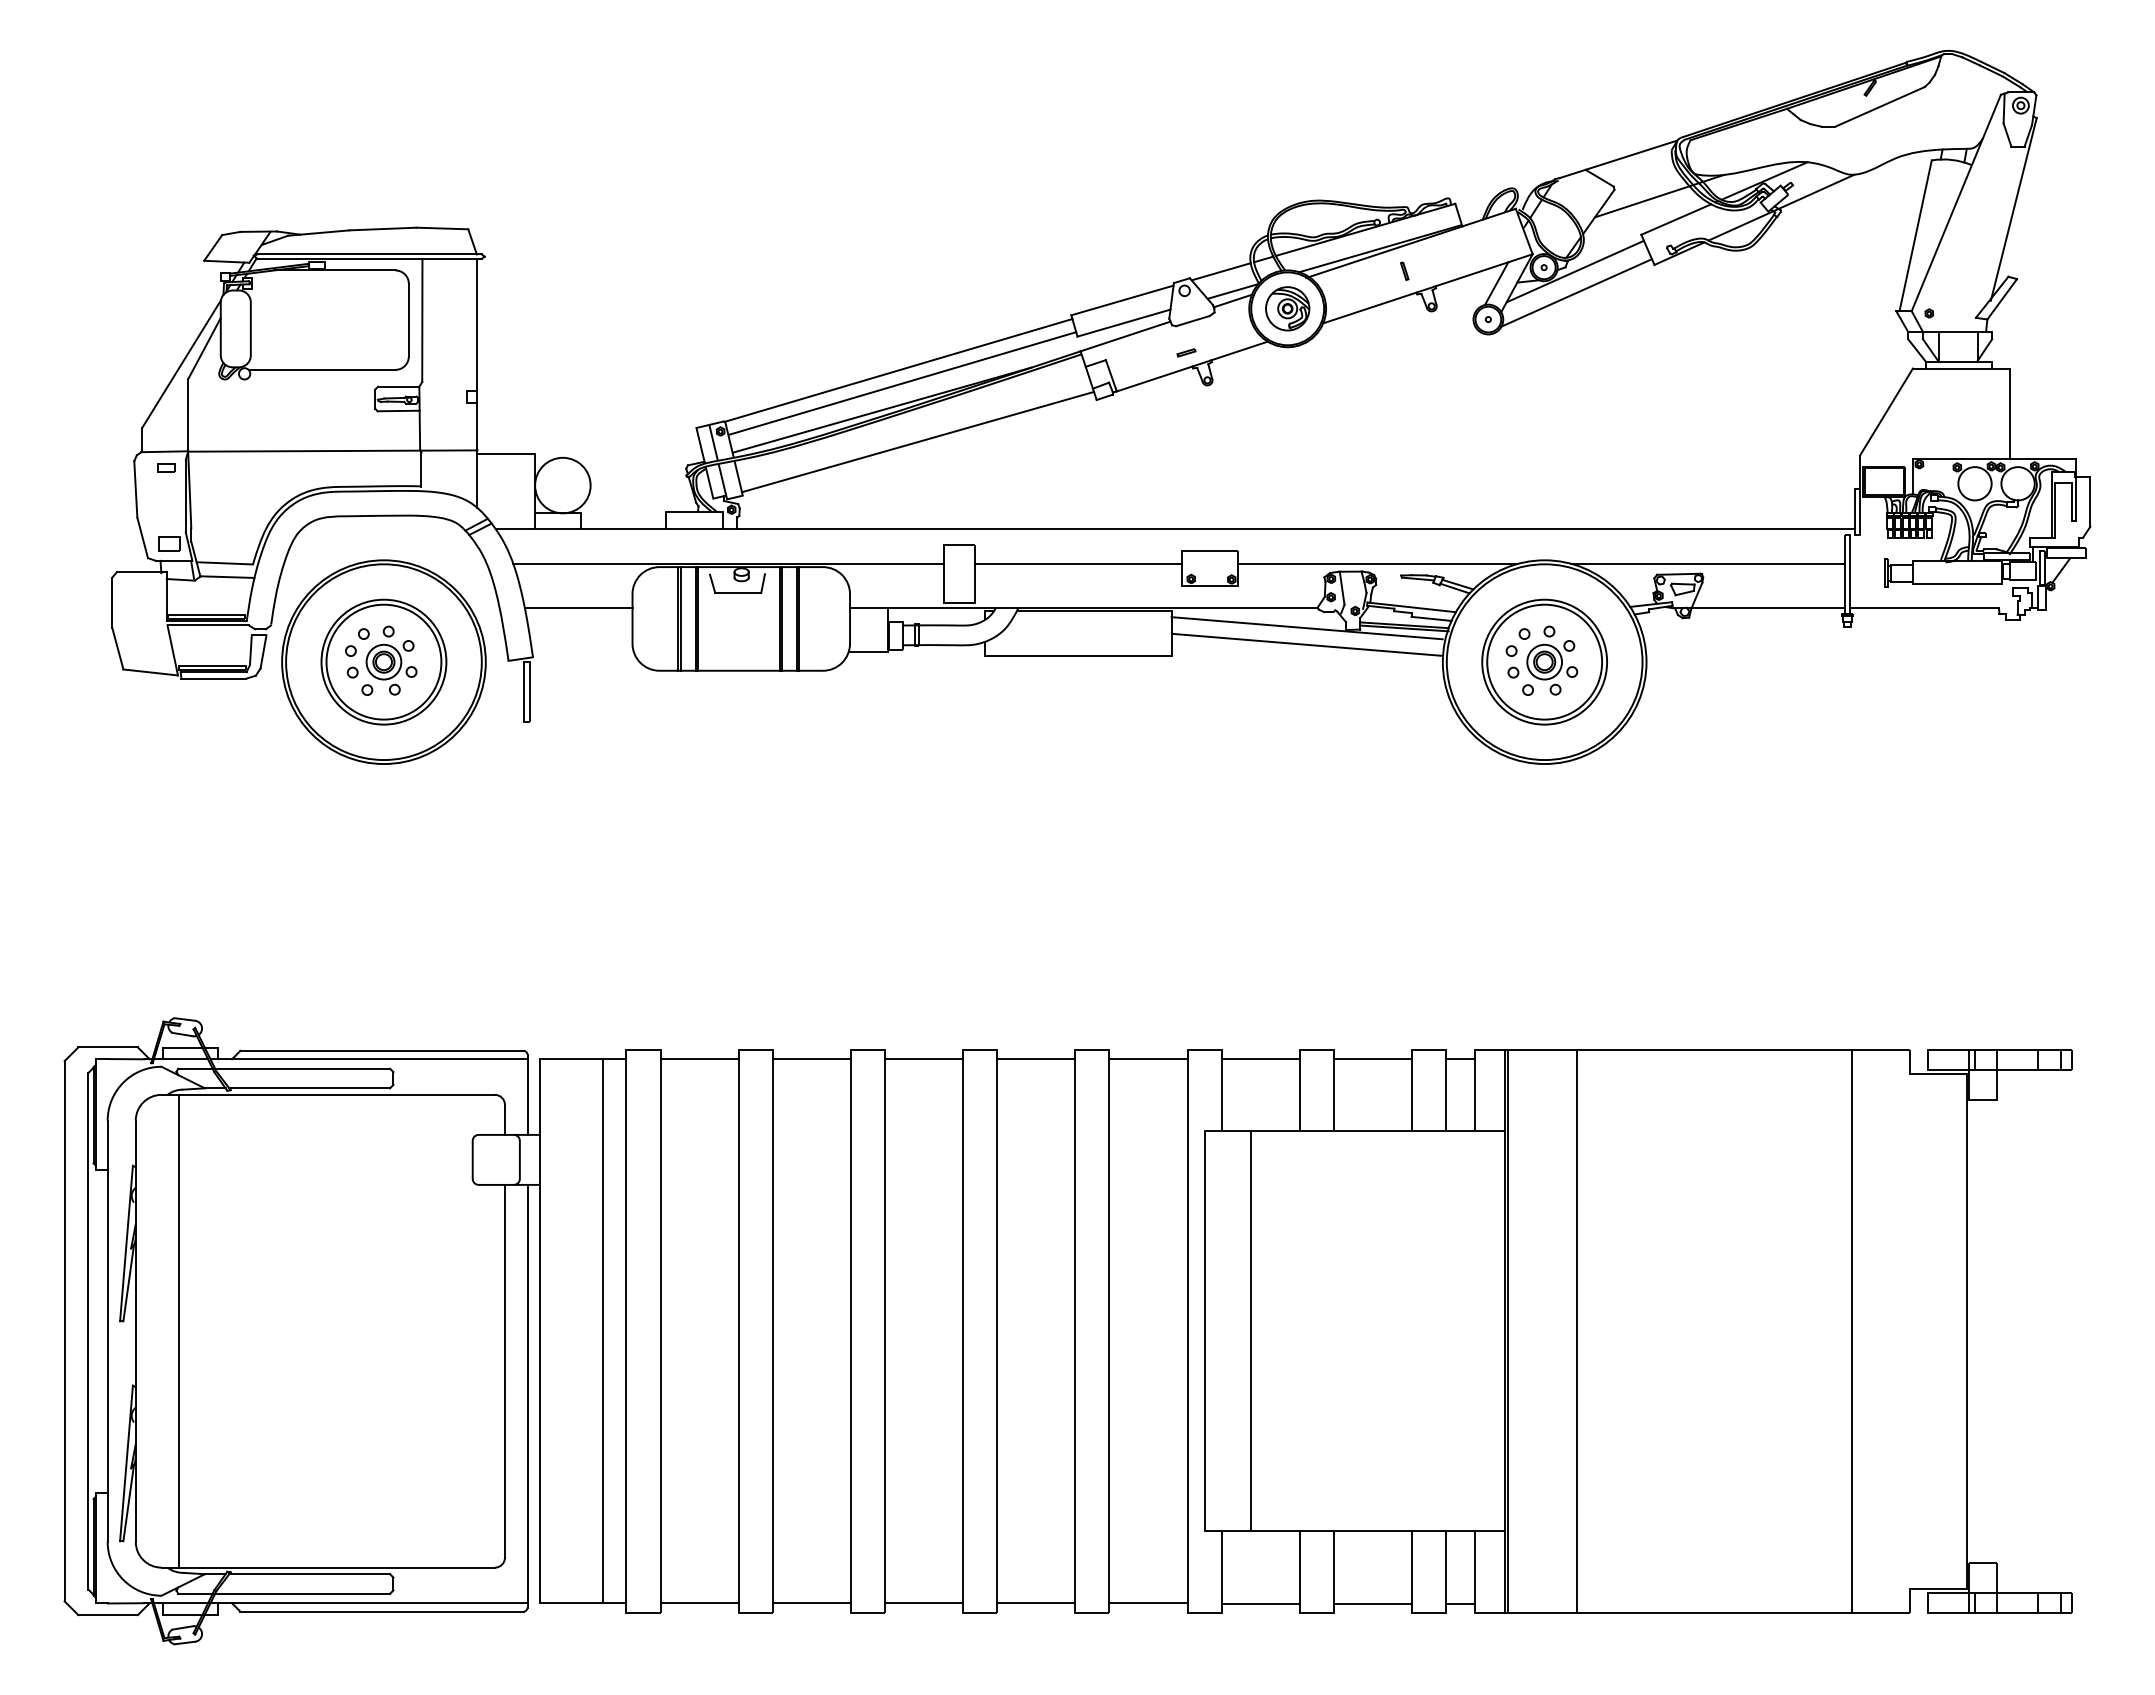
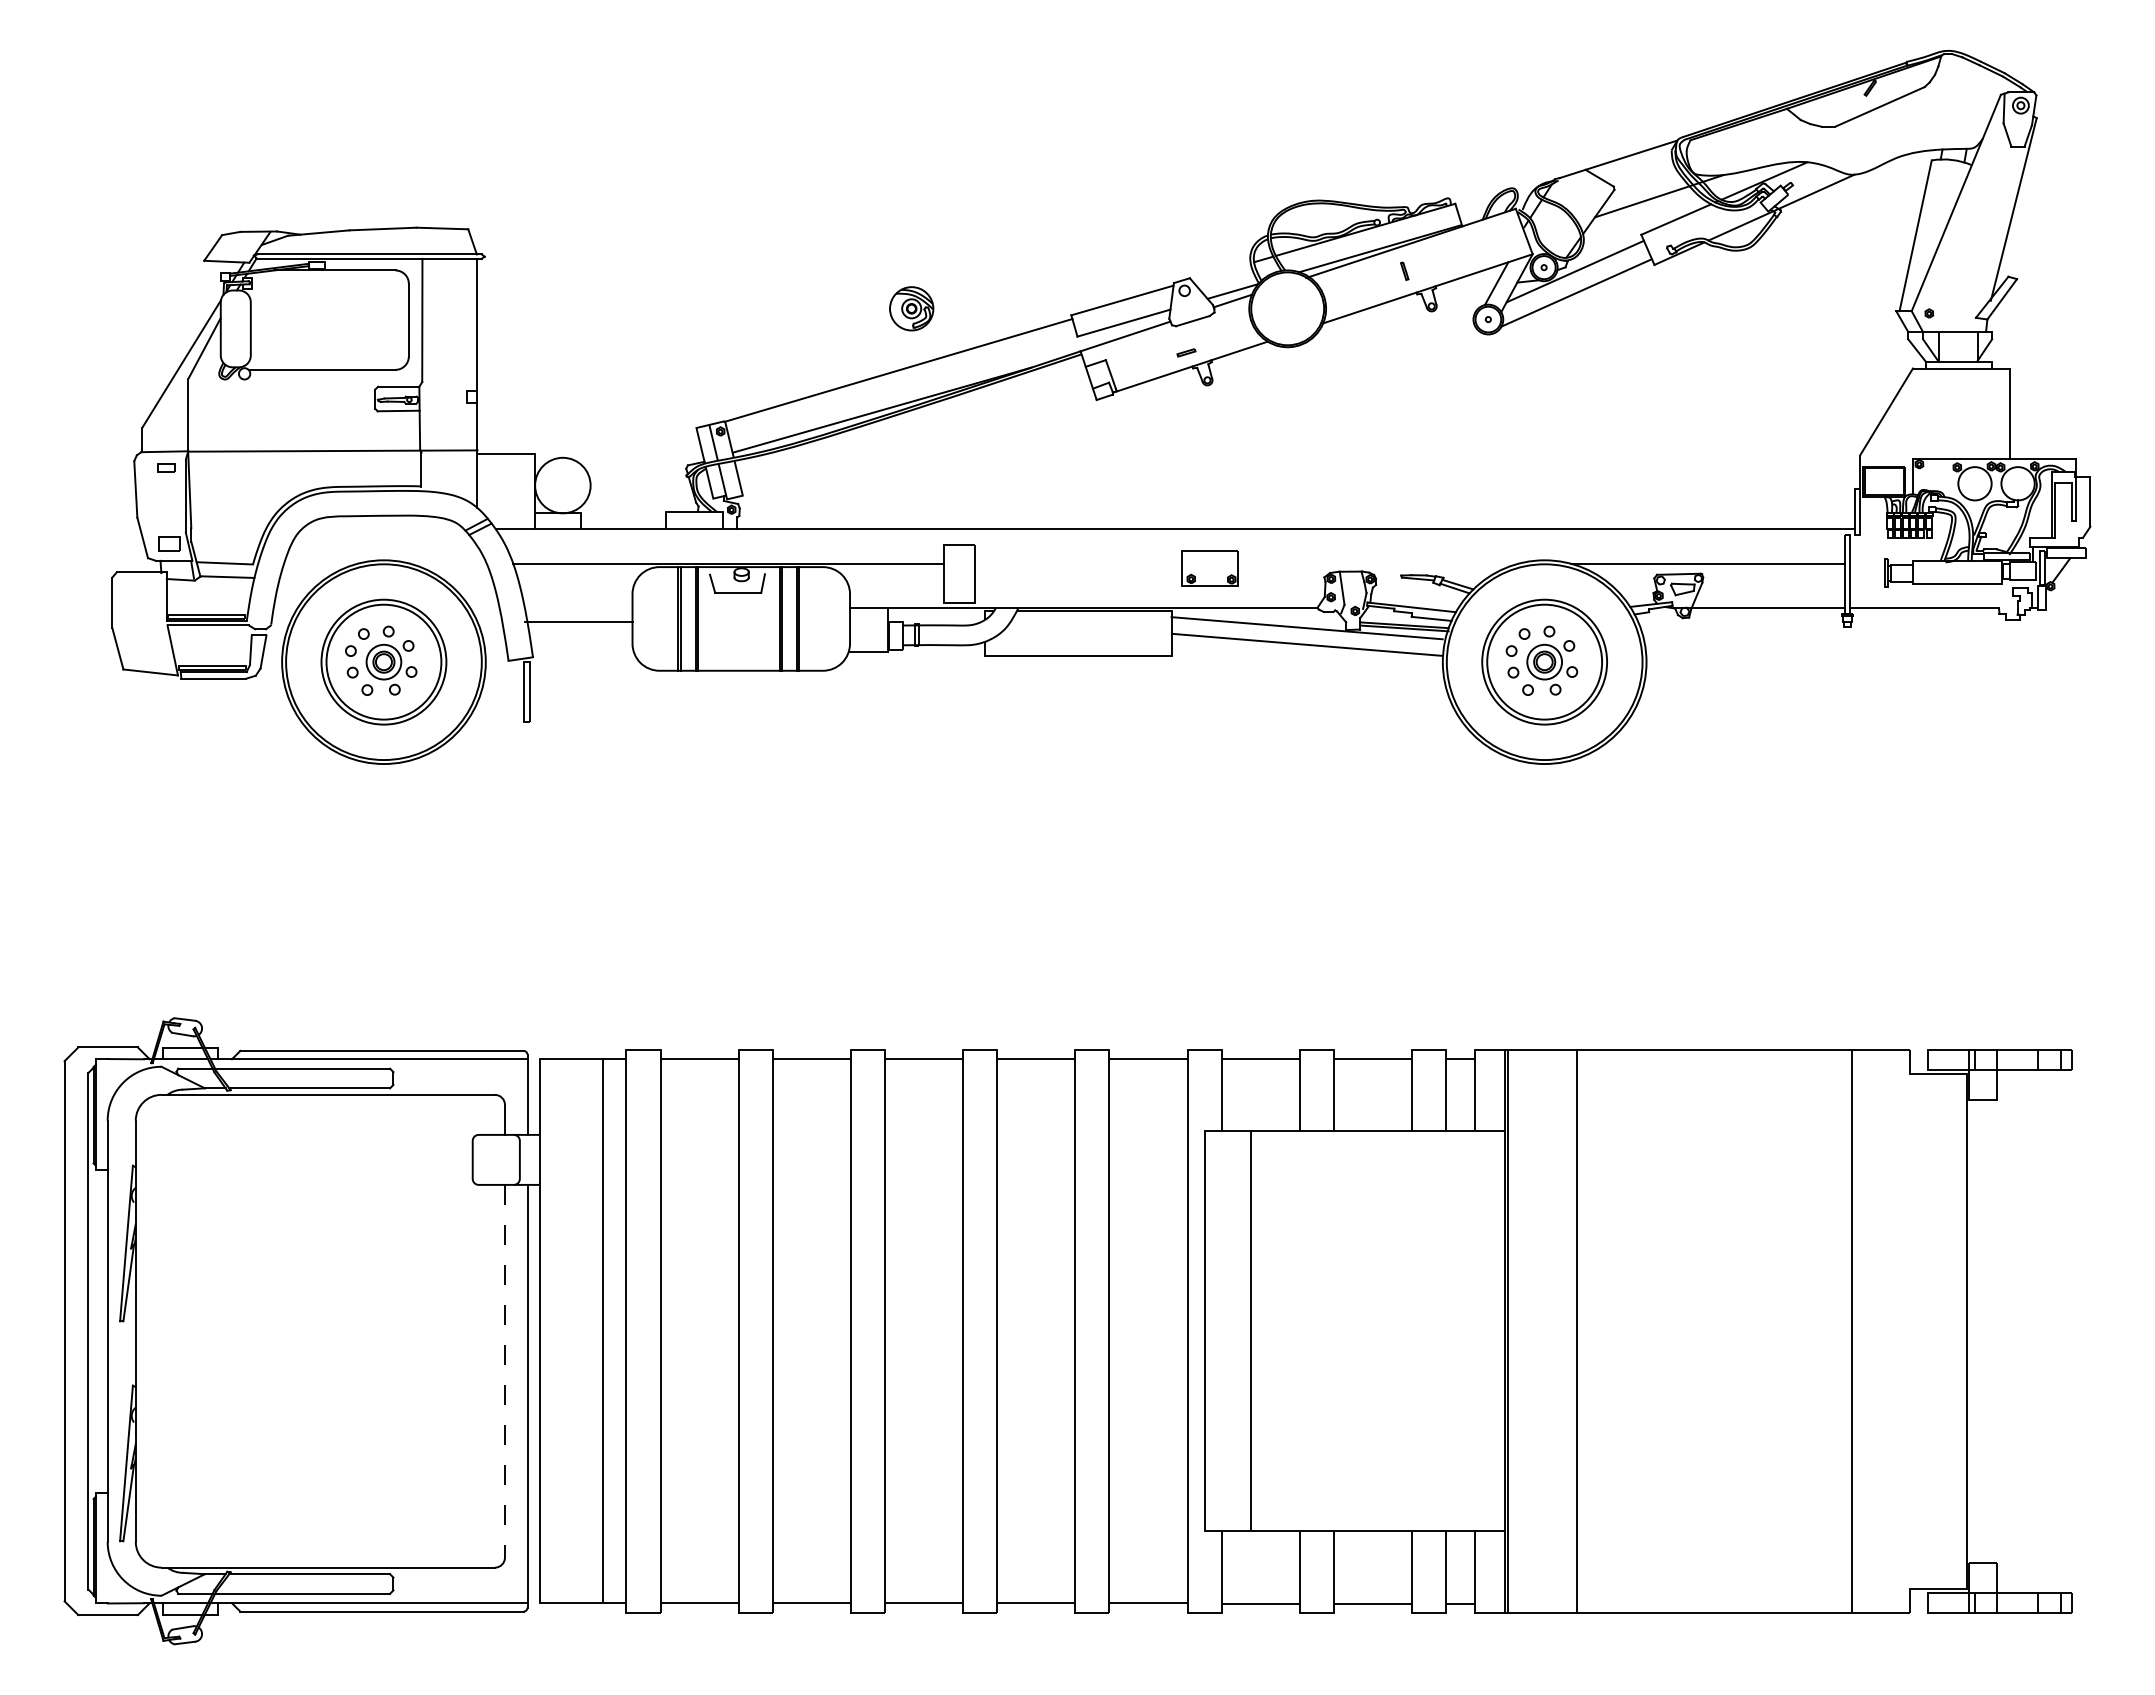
line at (1220, 271): present -> none
part at (1287, 308) position: (1287, 308) -> (911, 308)
line at (902, 383): present -> none
line at (918, 441): present -> none
line at (1077, 563): present -> none
line at (1377, 563): present -> none
line at (578, 608) position: (578, 608) -> (578, 622)
line at (179, 1330): present -> none
line at (504, 1371): solid -> dashed
